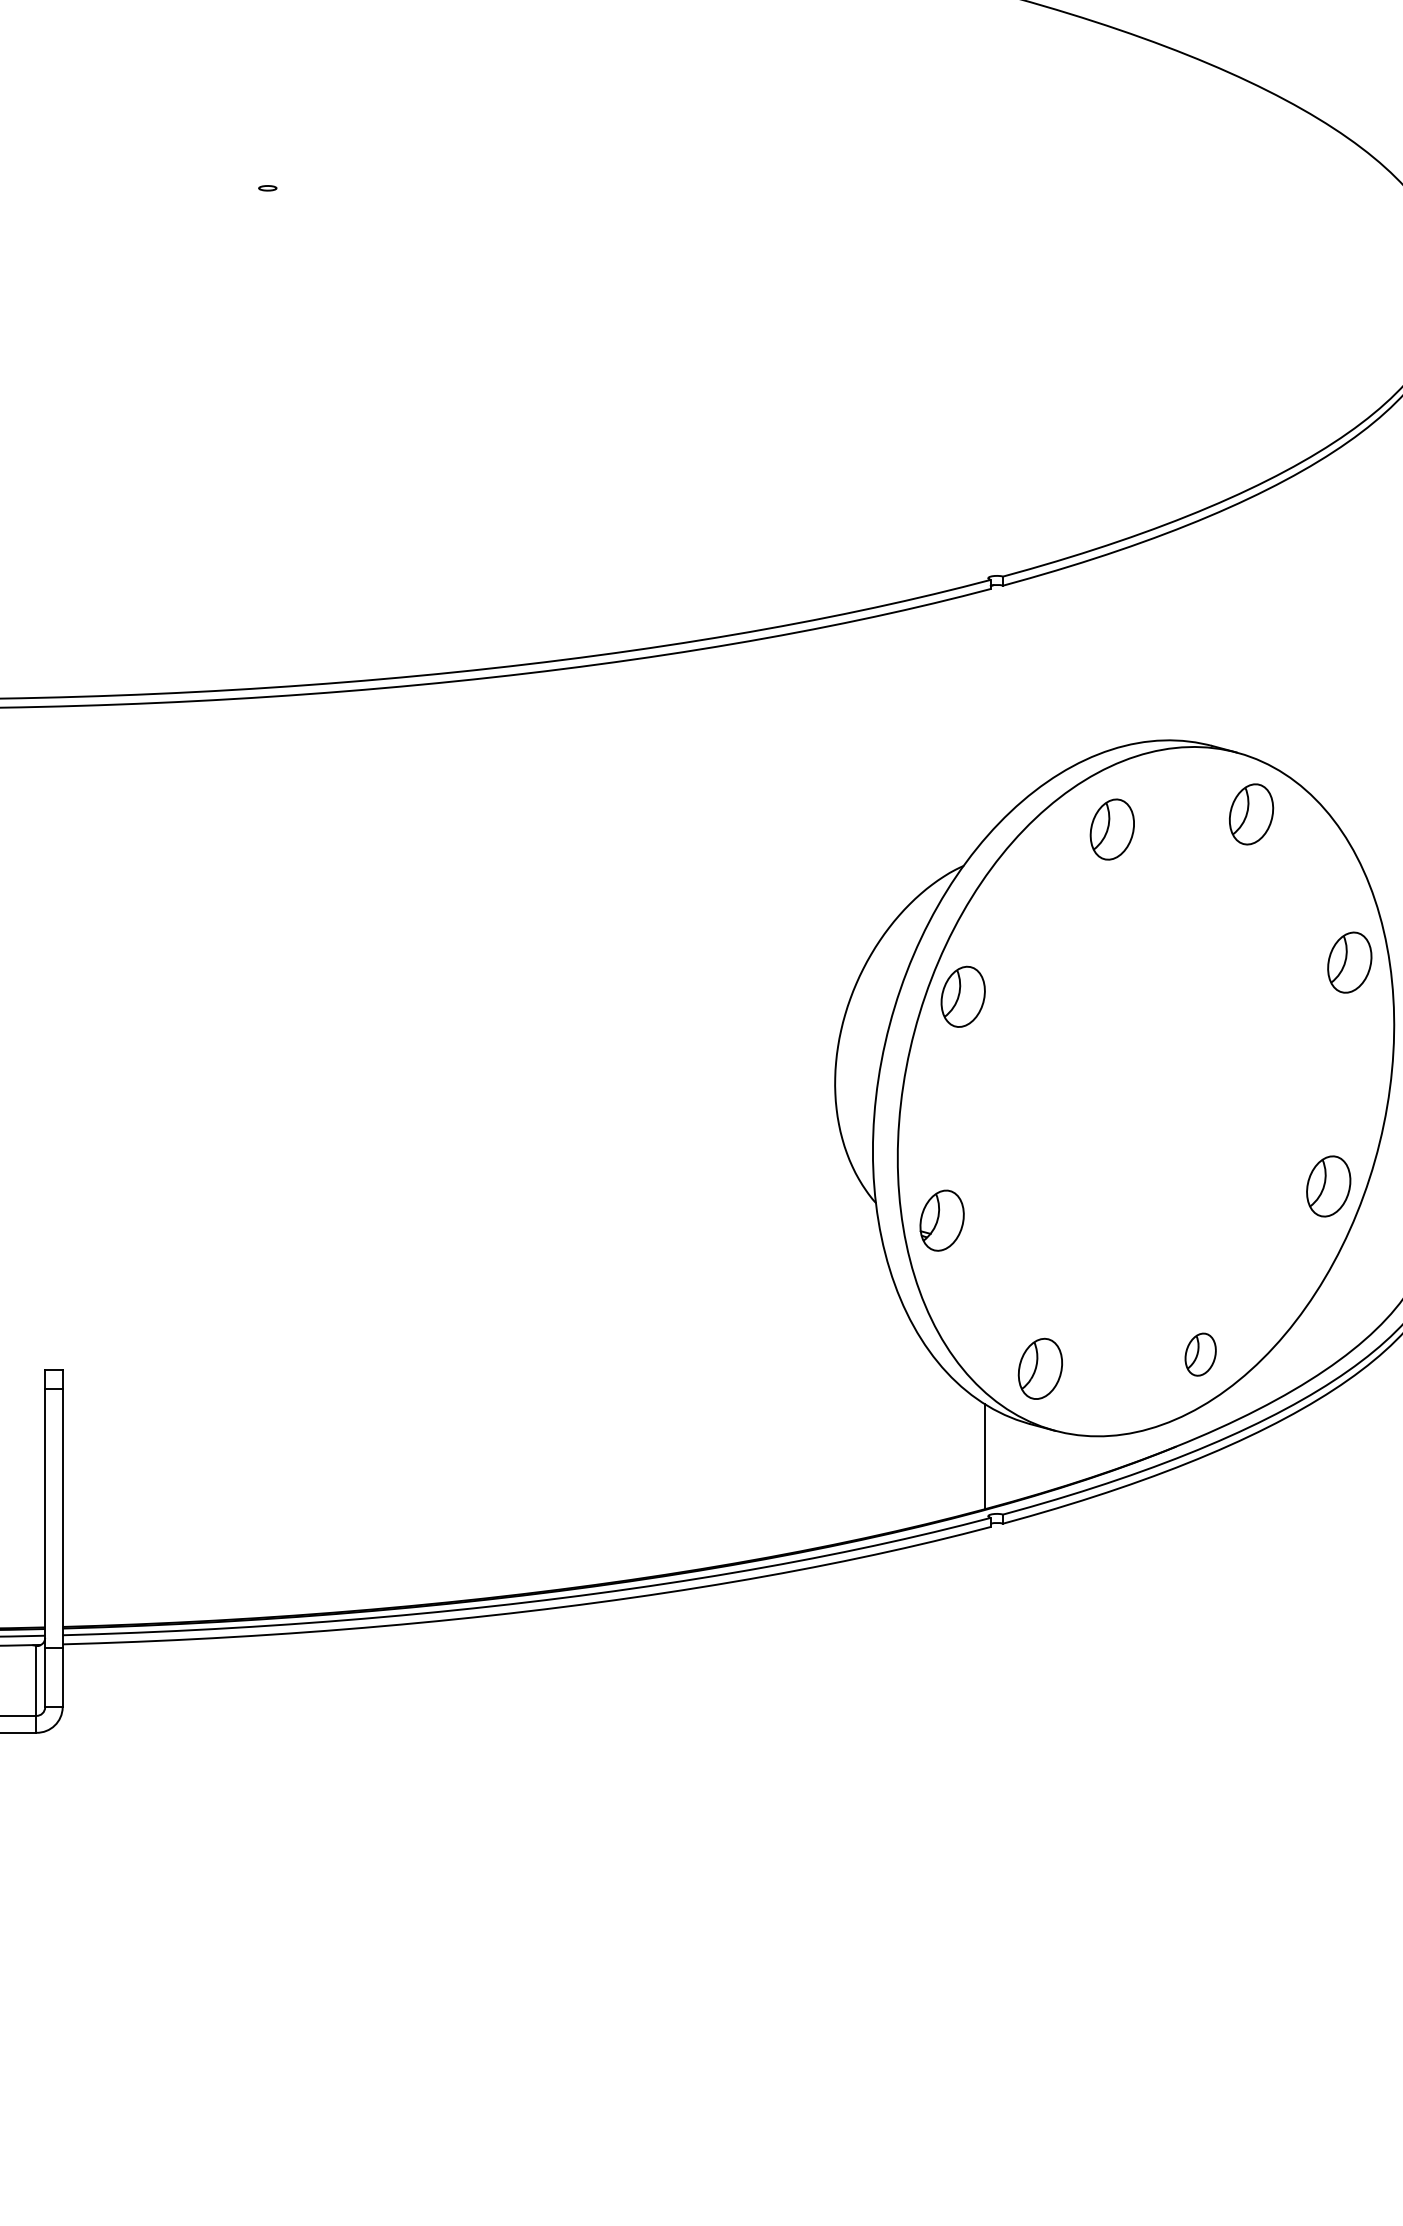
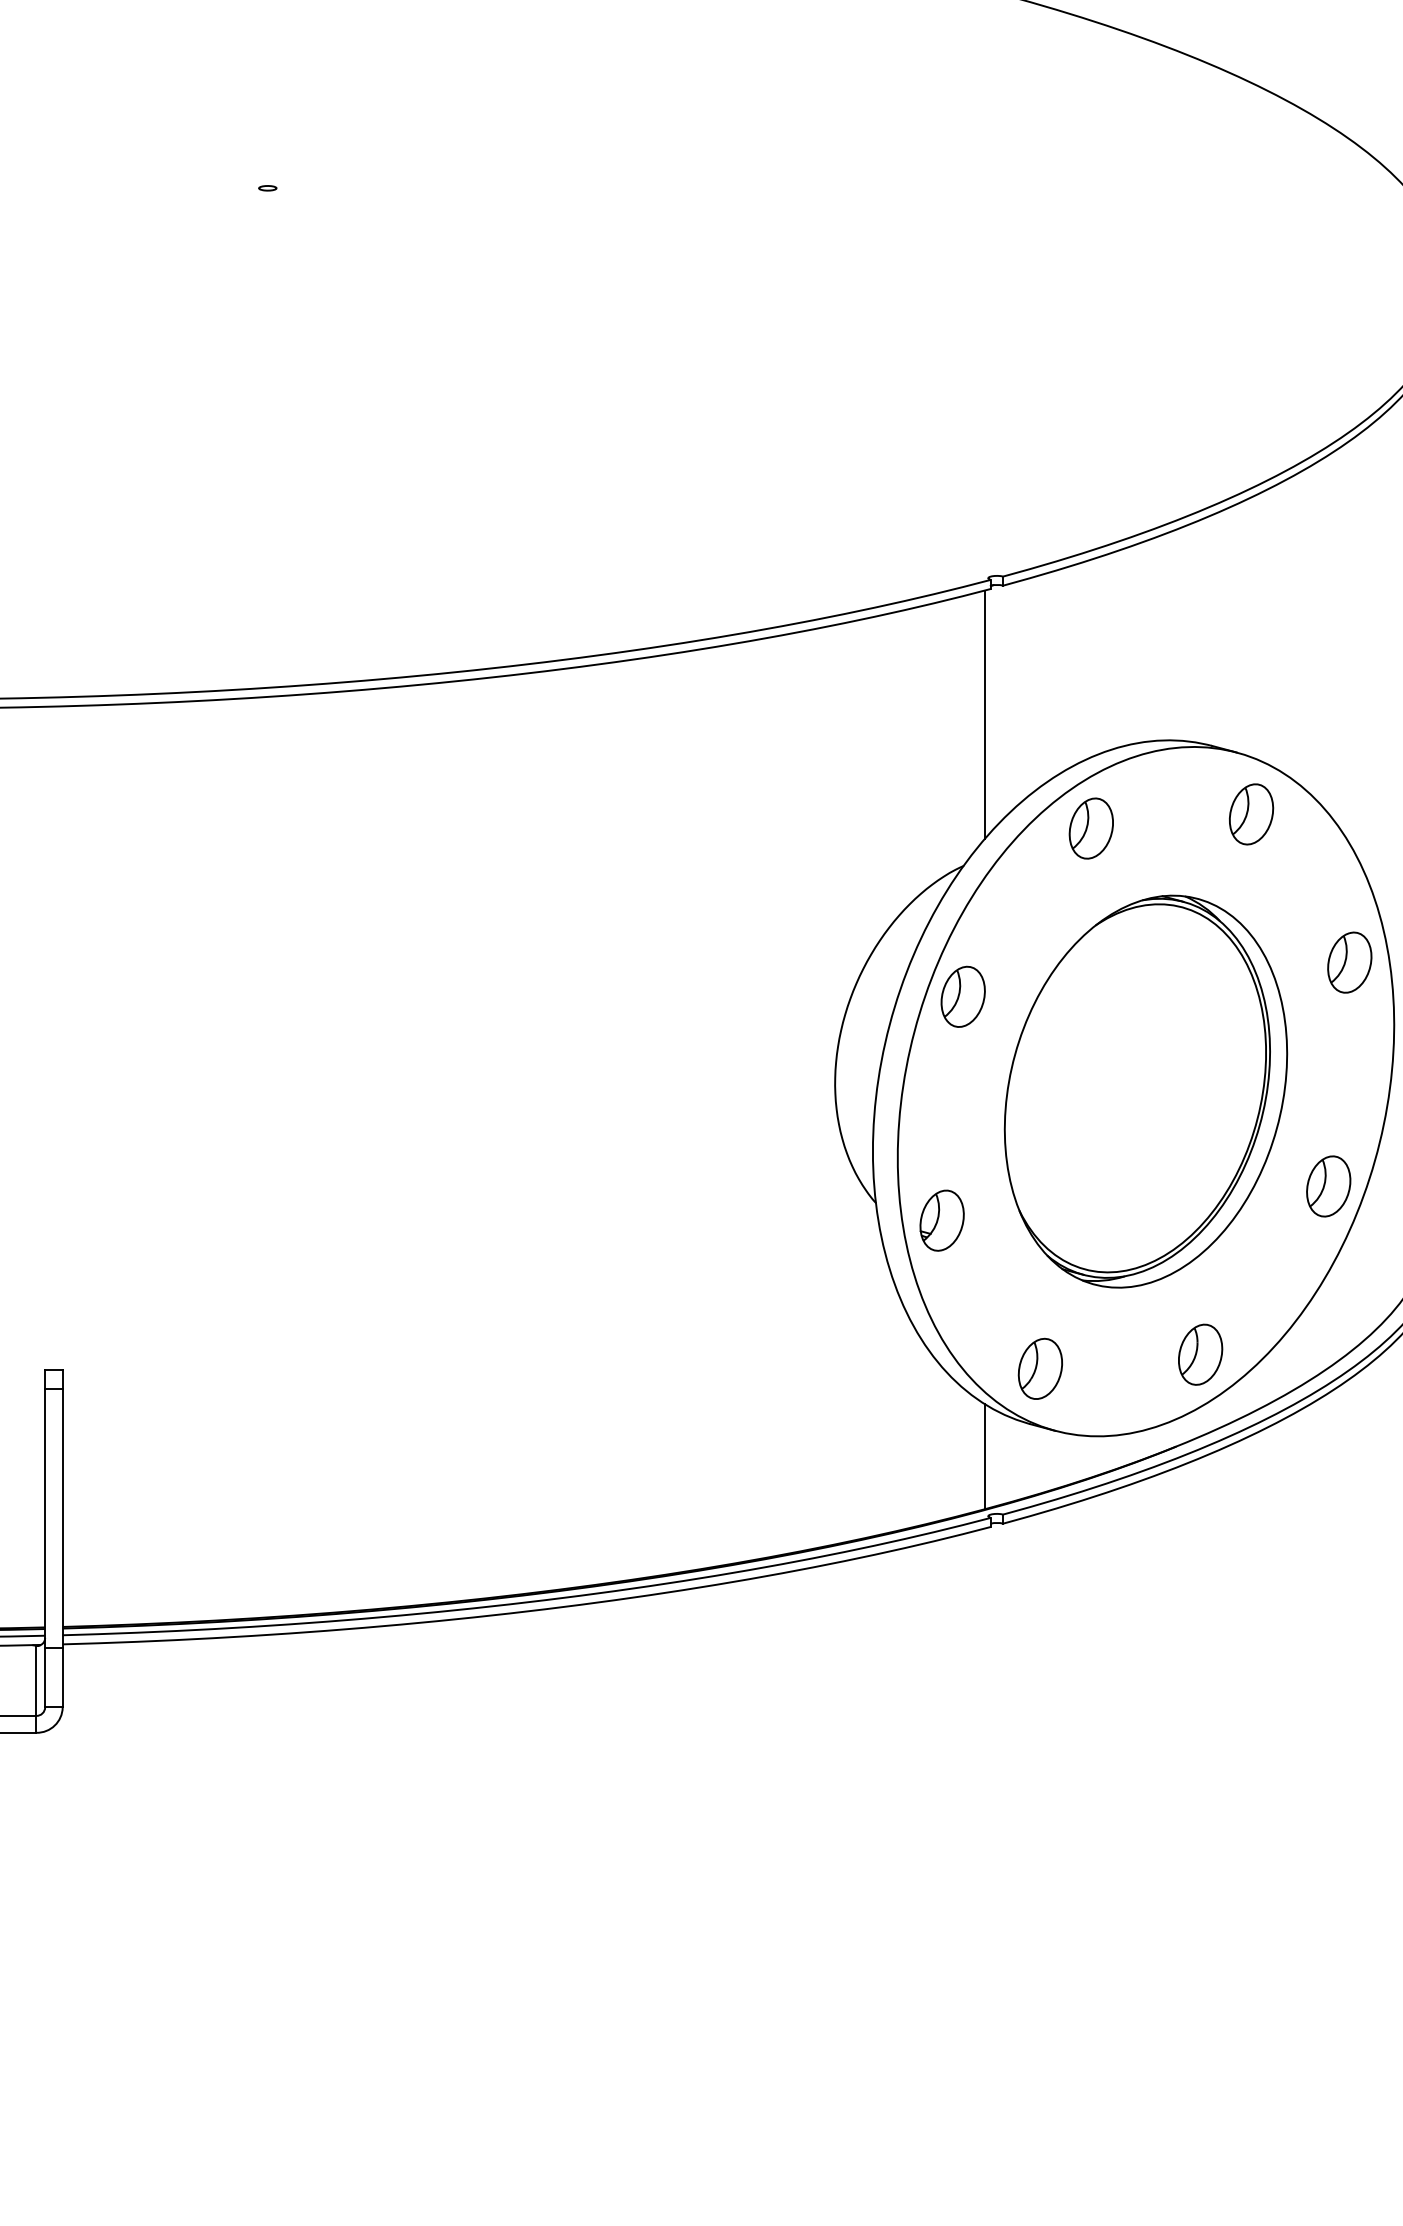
line at (984, 714): none -> present
part at (1111, 829) position: (1111, 829) -> (1090, 828)
part at (1145, 1091): none -> present
part at (1200, 1354) size: 33x45 px -> 46x63 px
